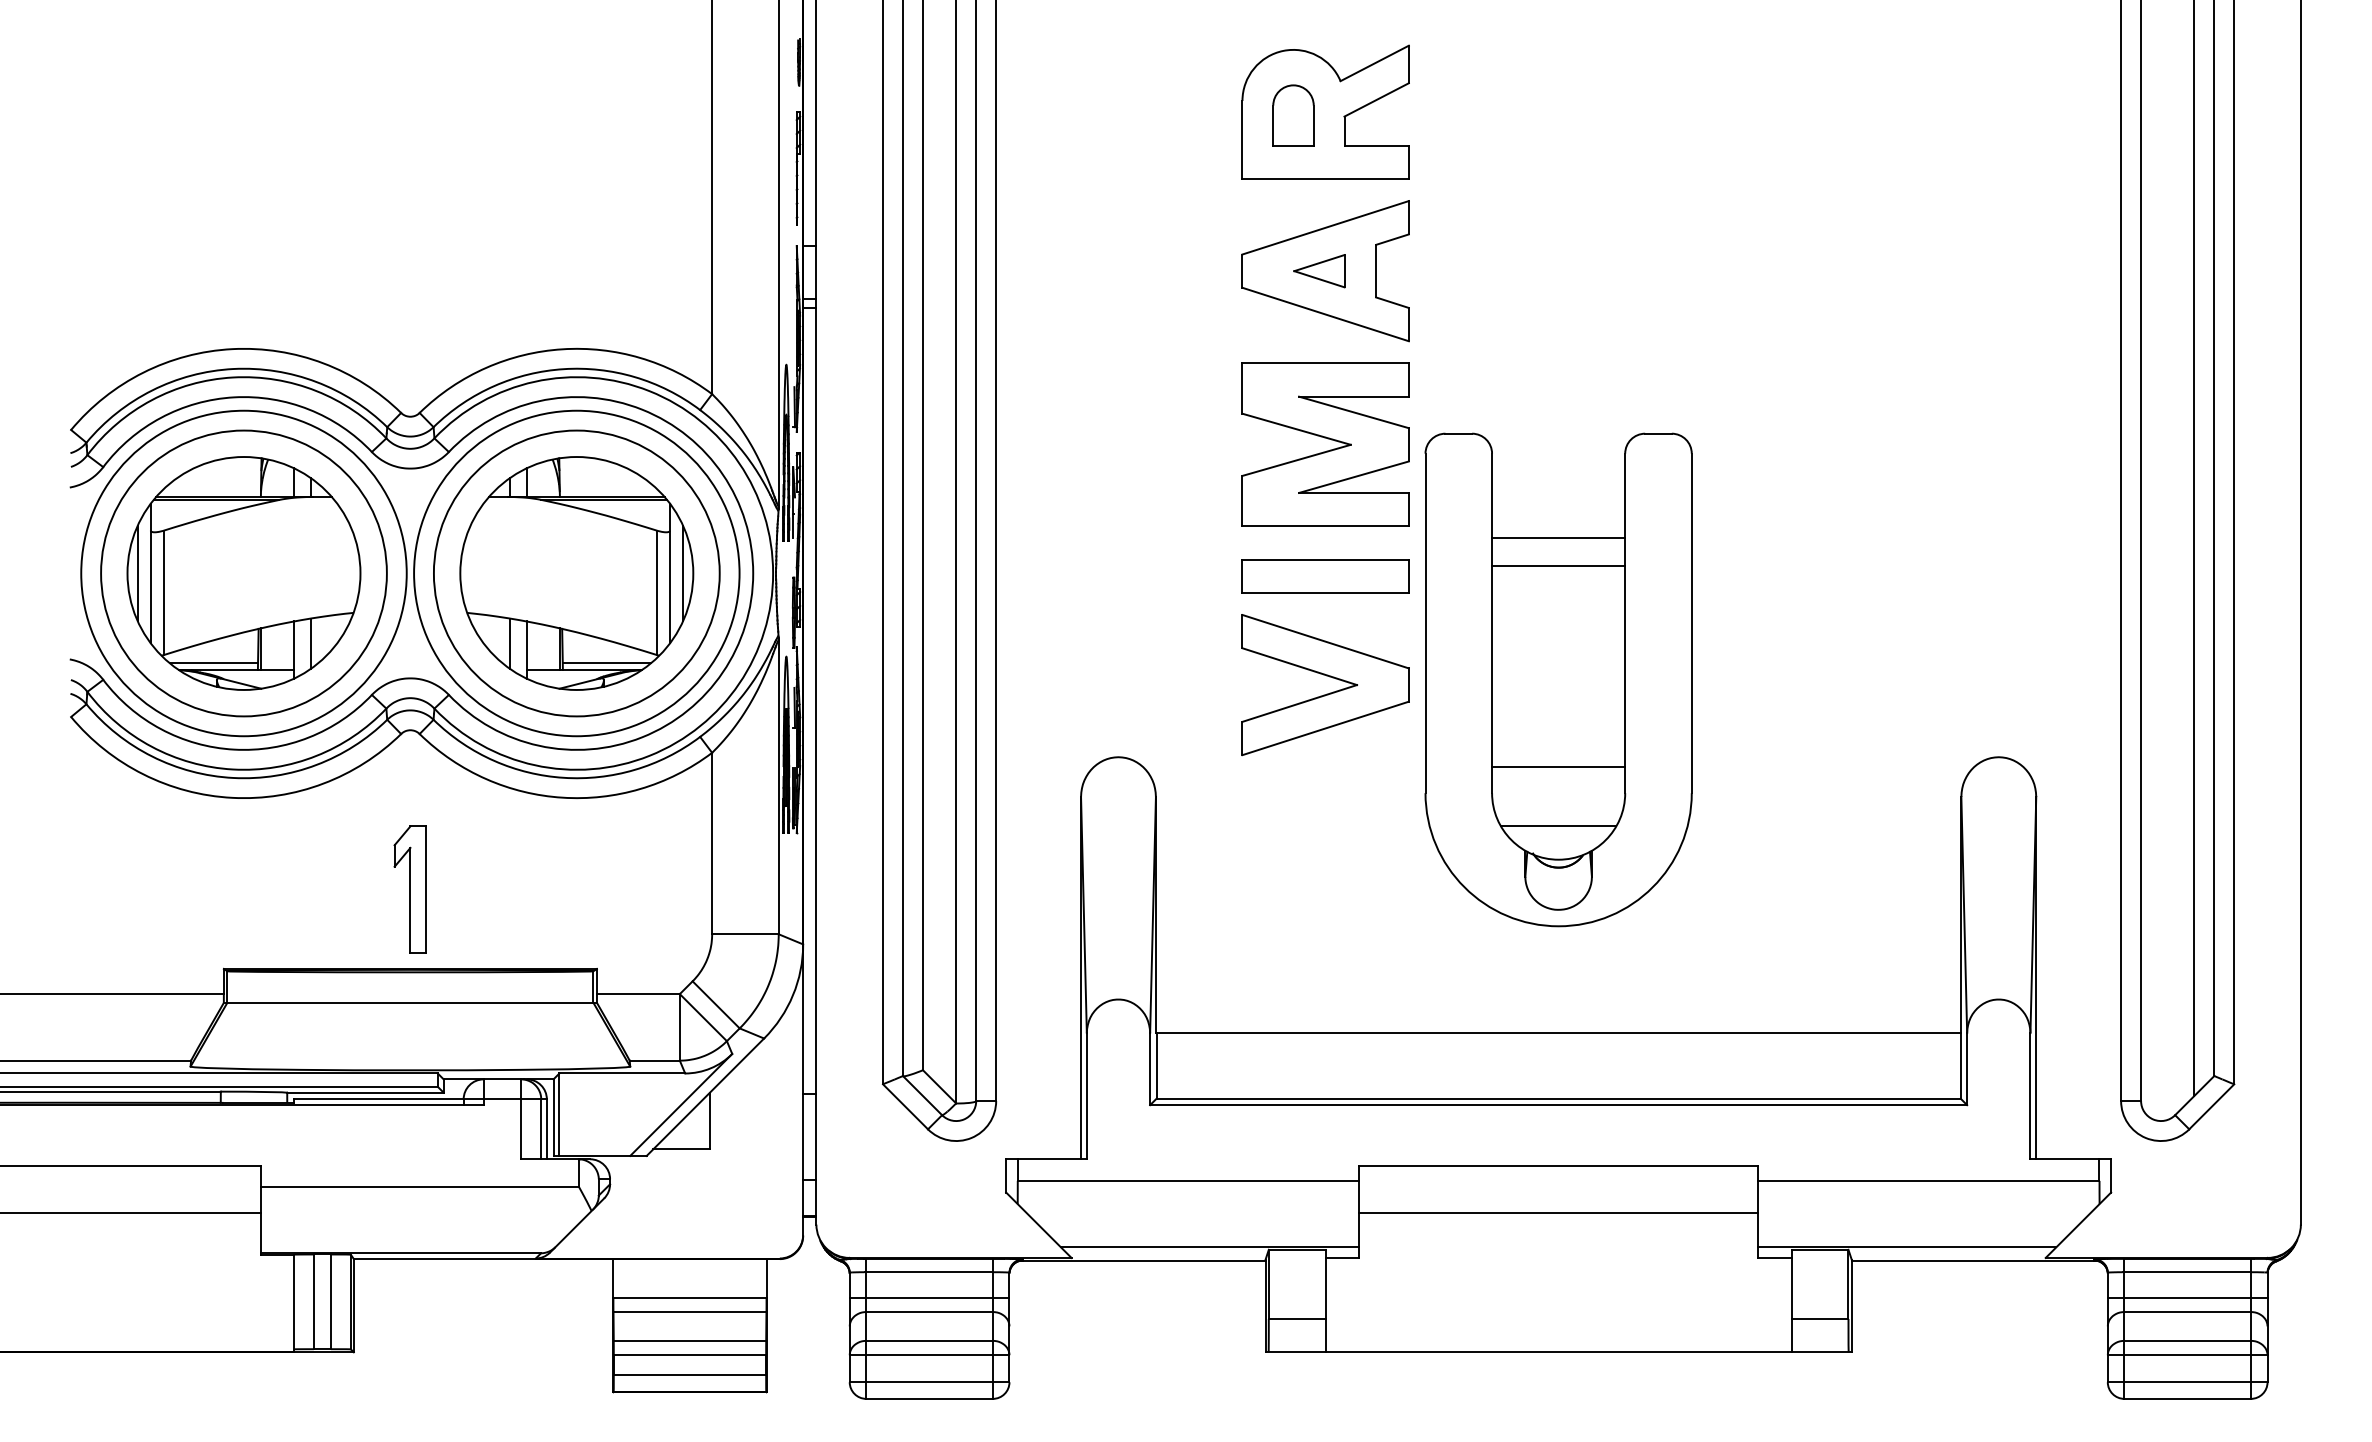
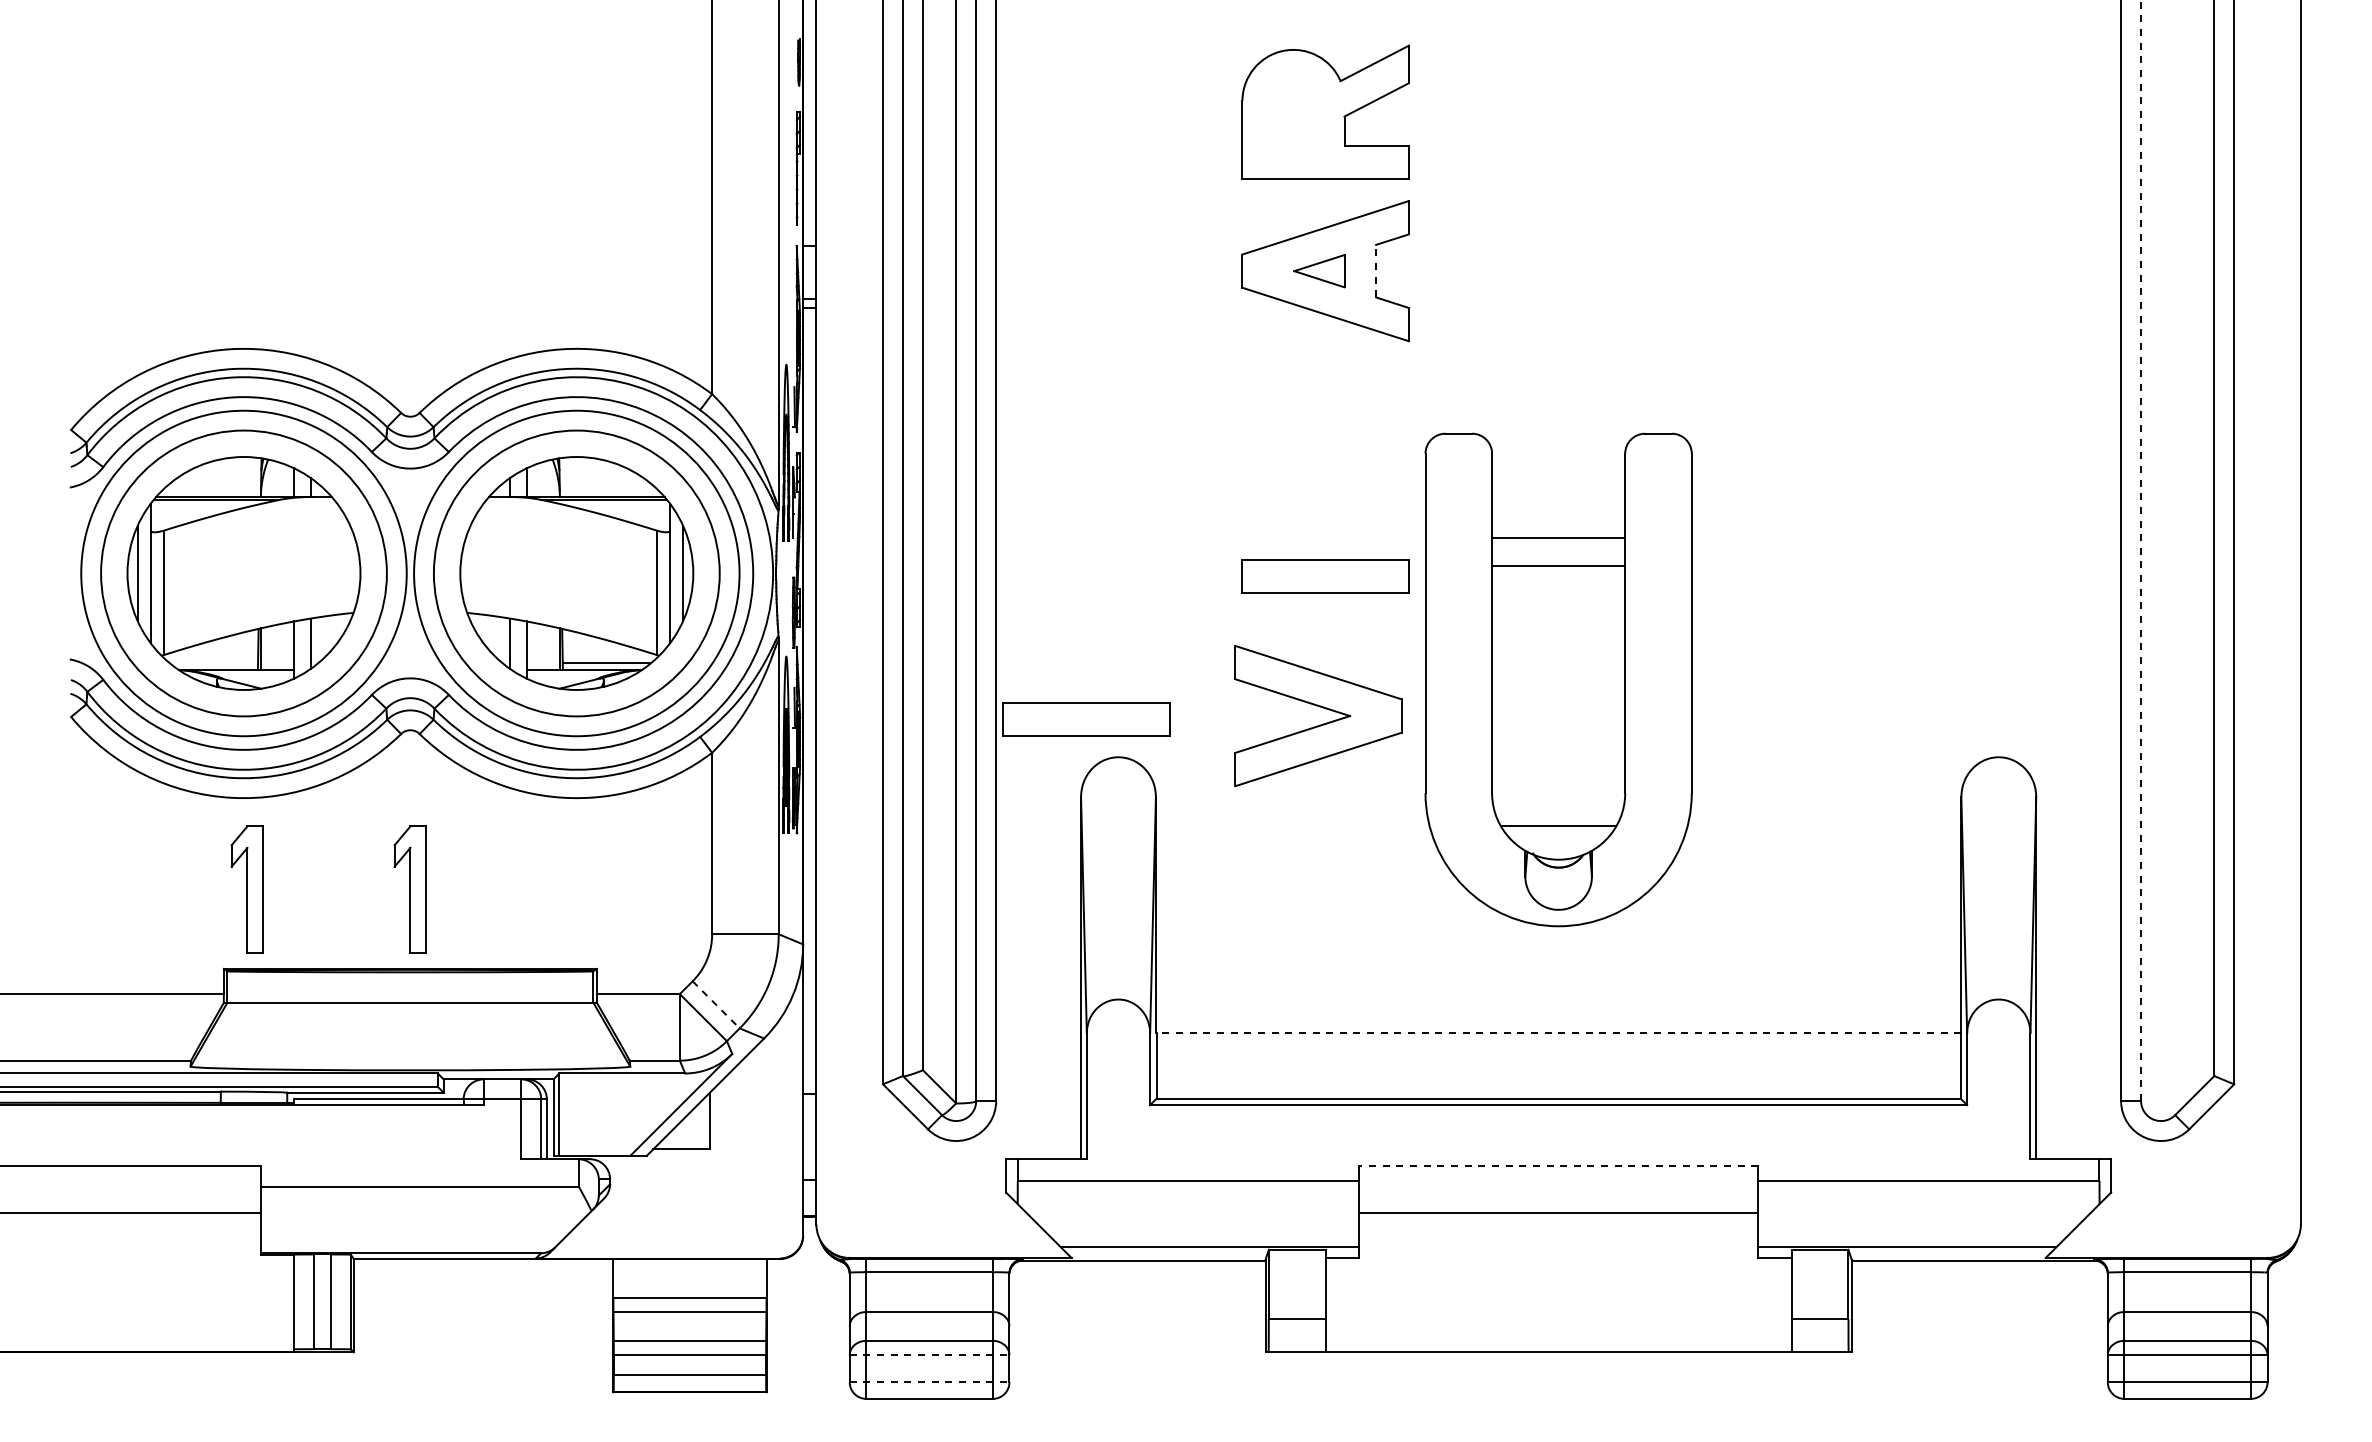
part at (1293, 115): present -> none
line at (1376, 270): solid -> dashed
part at (1325, 444): present -> none
line at (2194, 549): present -> none
line at (2141, 550): solid -> dashed
line at (213, 663): present -> none
part at (1326, 693) position: (1326, 693) -> (1319, 724)
part at (1086, 719): none -> present
line at (1558, 766): present -> none
part at (246, 889): none -> present
line at (716, 1005): solid -> dashed
line at (1558, 1032): solid -> dashed
line at (1558, 1165): solid -> dashed
line at (929, 1297): present -> none
line at (2187, 1297): present -> none
line at (929, 1355): solid -> dashed
line at (929, 1382): solid -> dashed
